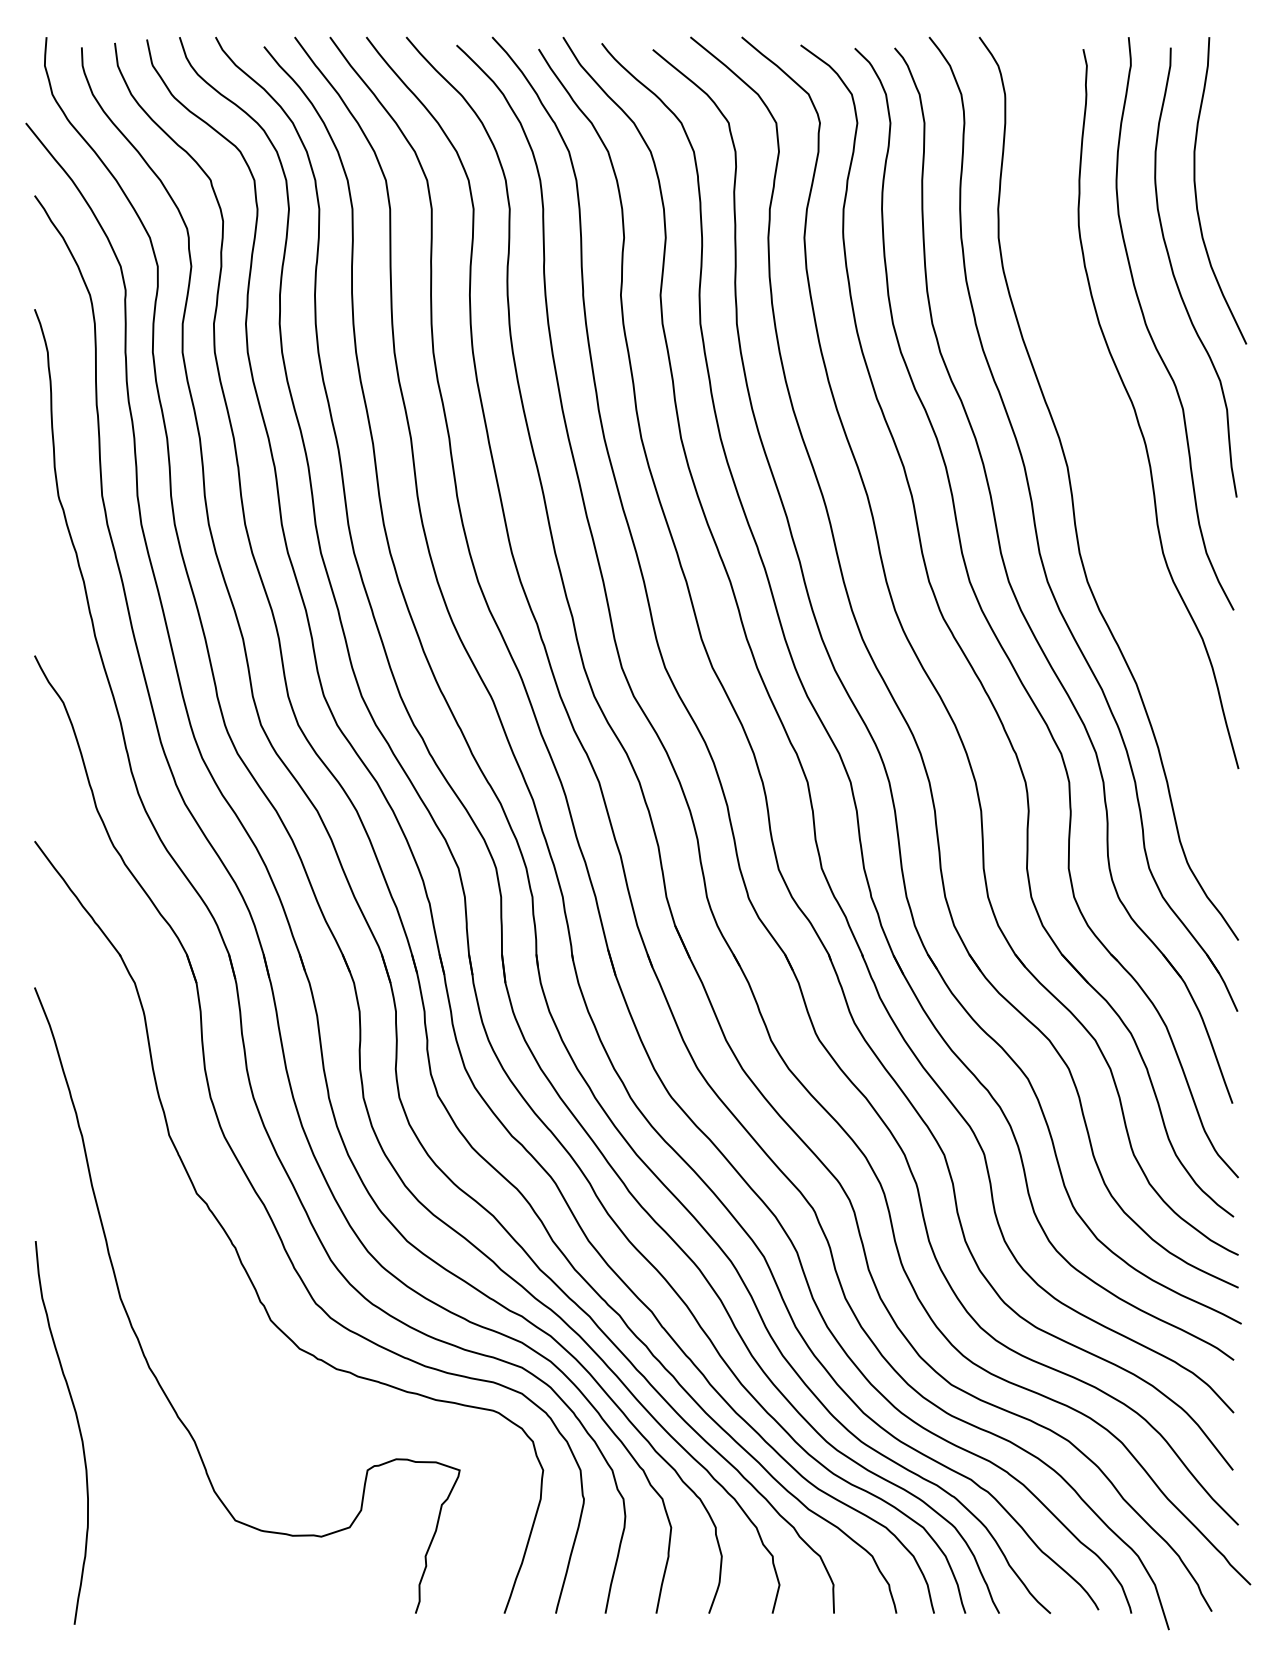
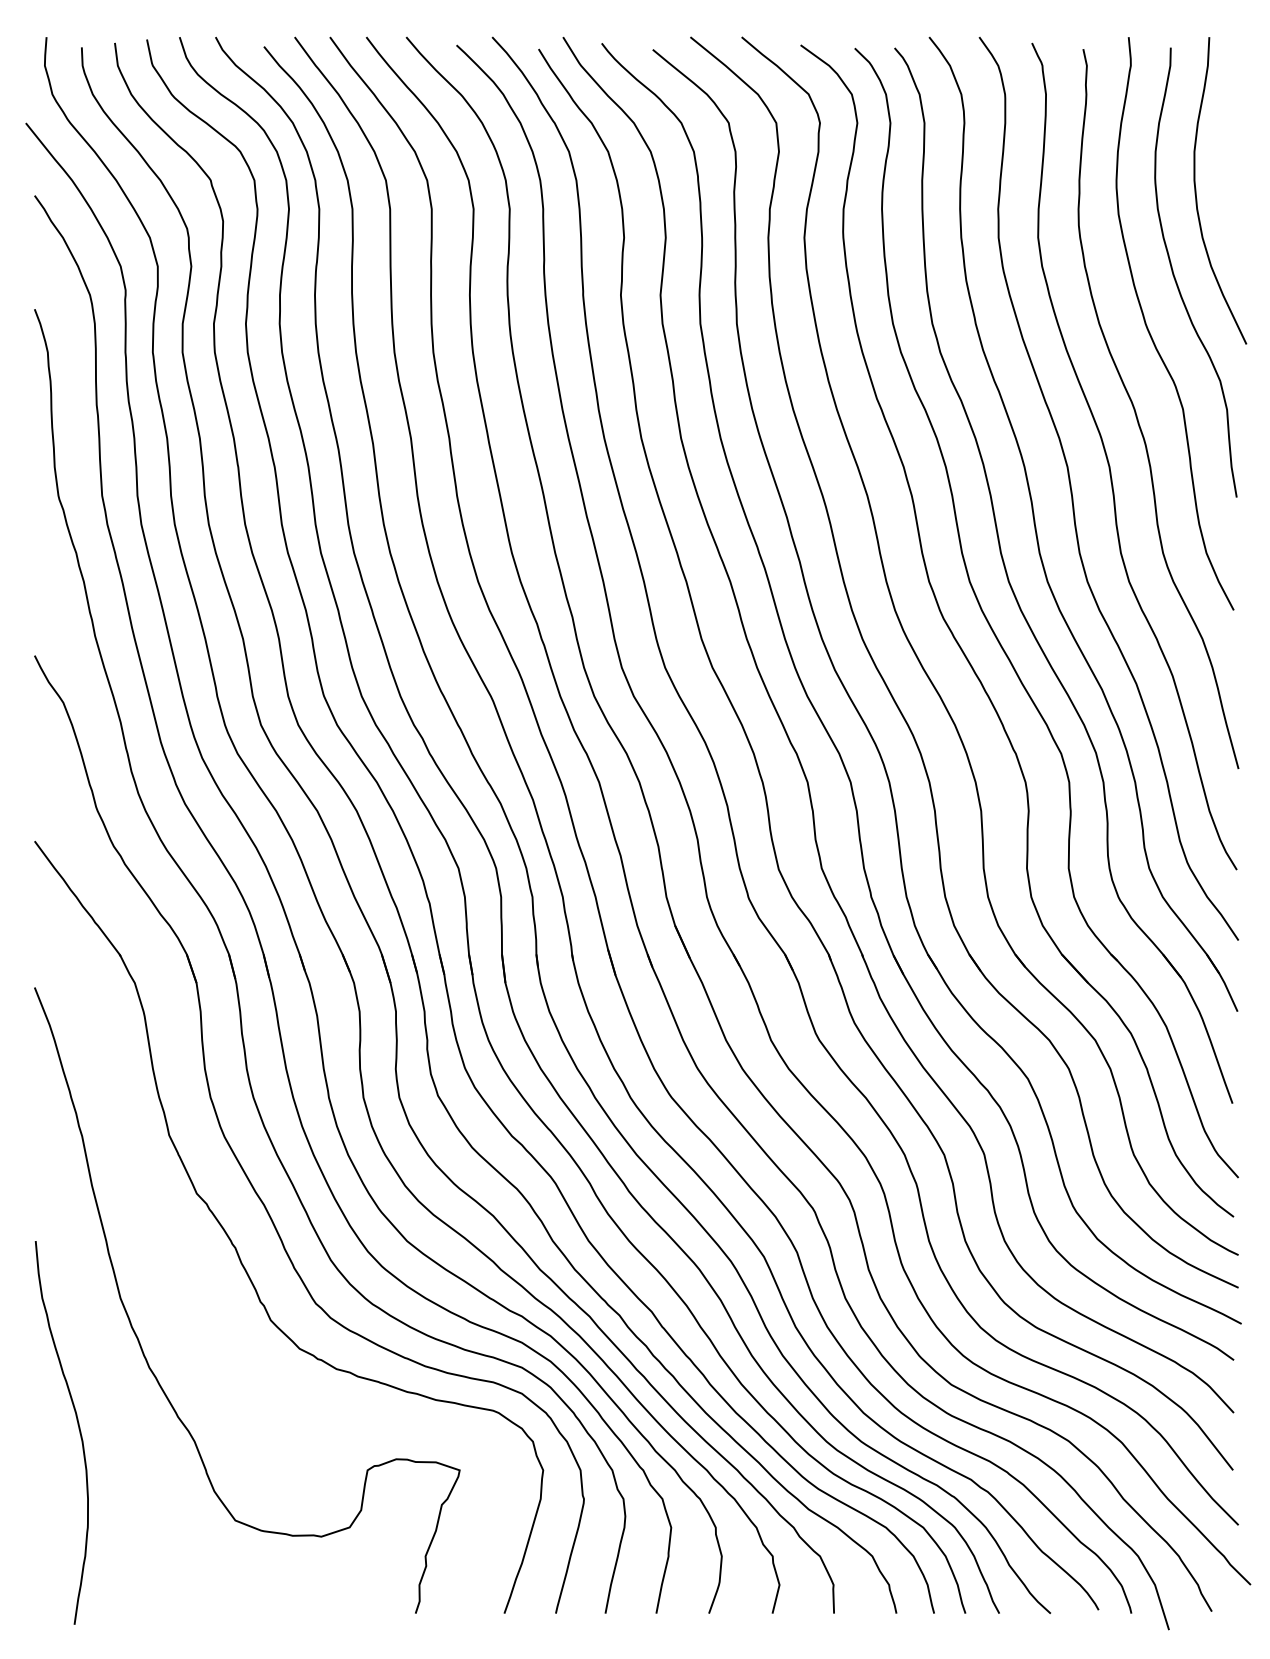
curve at (1109, 462): none -> present
